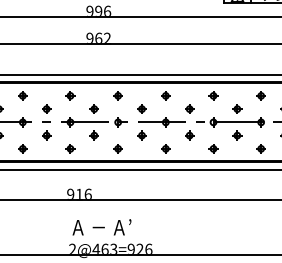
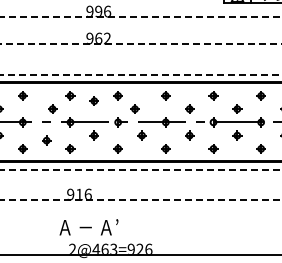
line at (141, 17): solid -> dashed
line at (141, 44): solid -> dashed
line at (140, 75): solid -> dashed
part at (46, 108) position: (46, 108) -> (52, 108)
part at (93, 108) position: (93, 108) -> (93, 100)
part at (141, 108) position: (141, 108) -> (134, 108)
part at (46, 135) position: (46, 135) -> (46, 140)
line at (141, 169): solid -> dashed
line at (140, 200): solid -> dashed
text at (101, 227) position: (101, 227) -> (88, 227)
